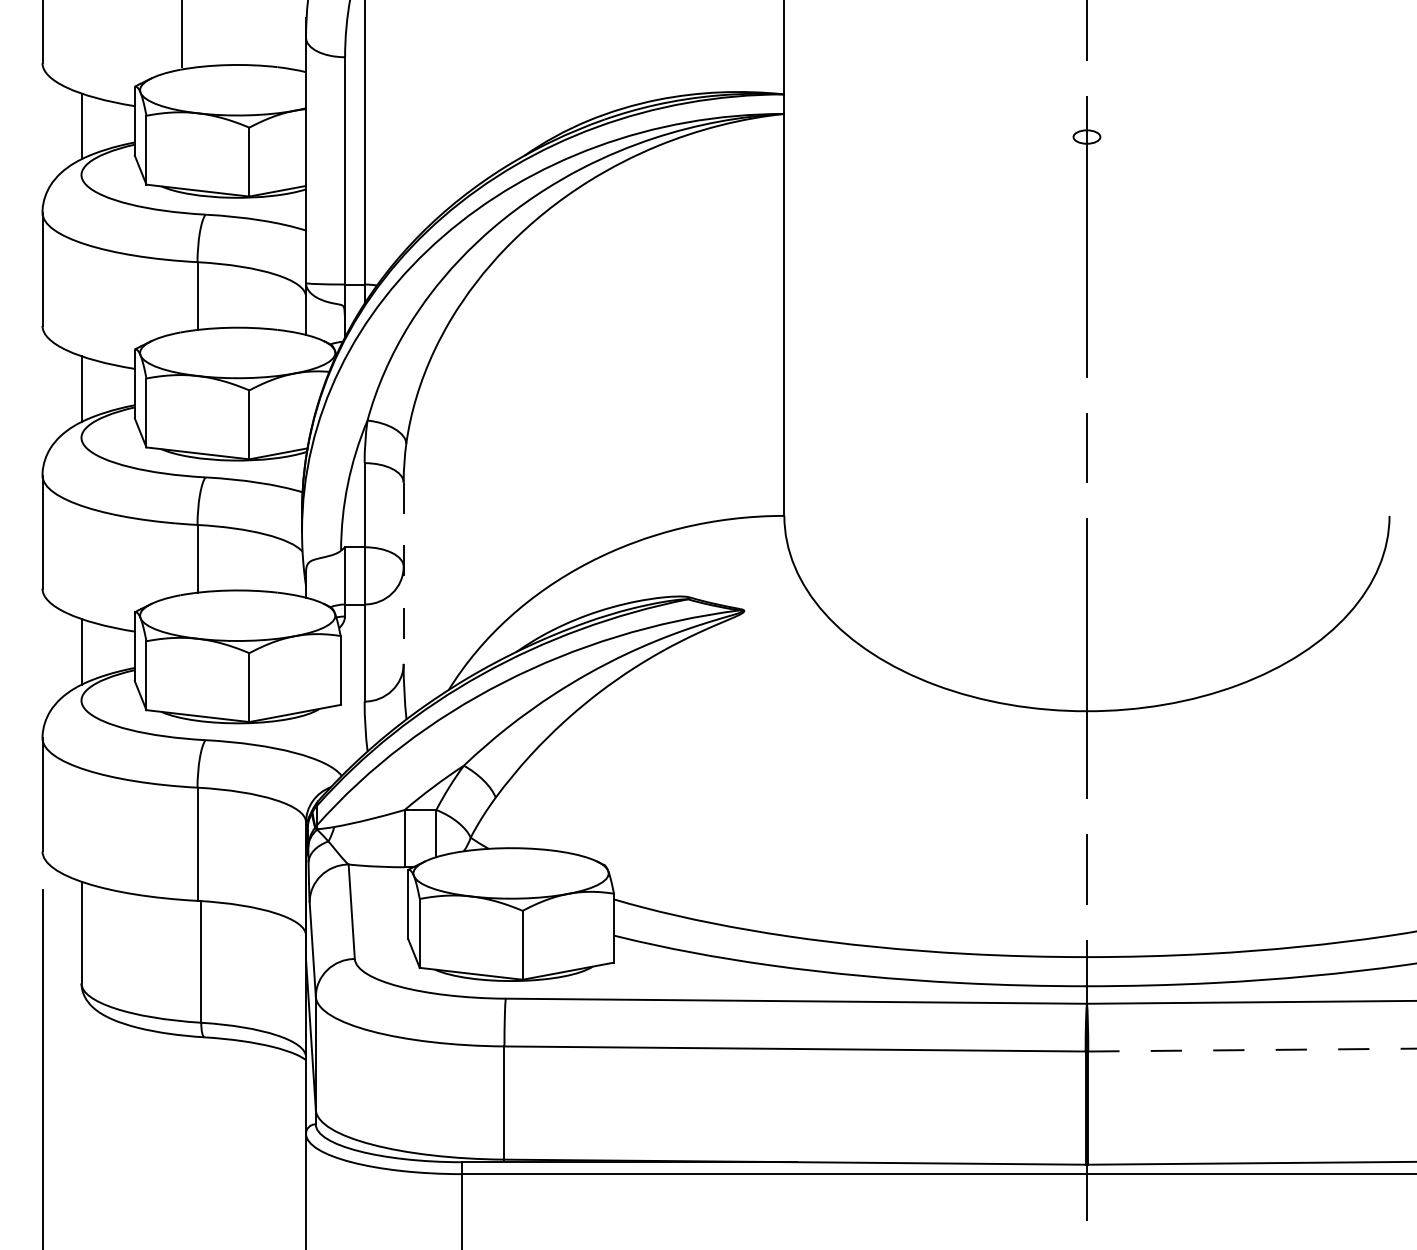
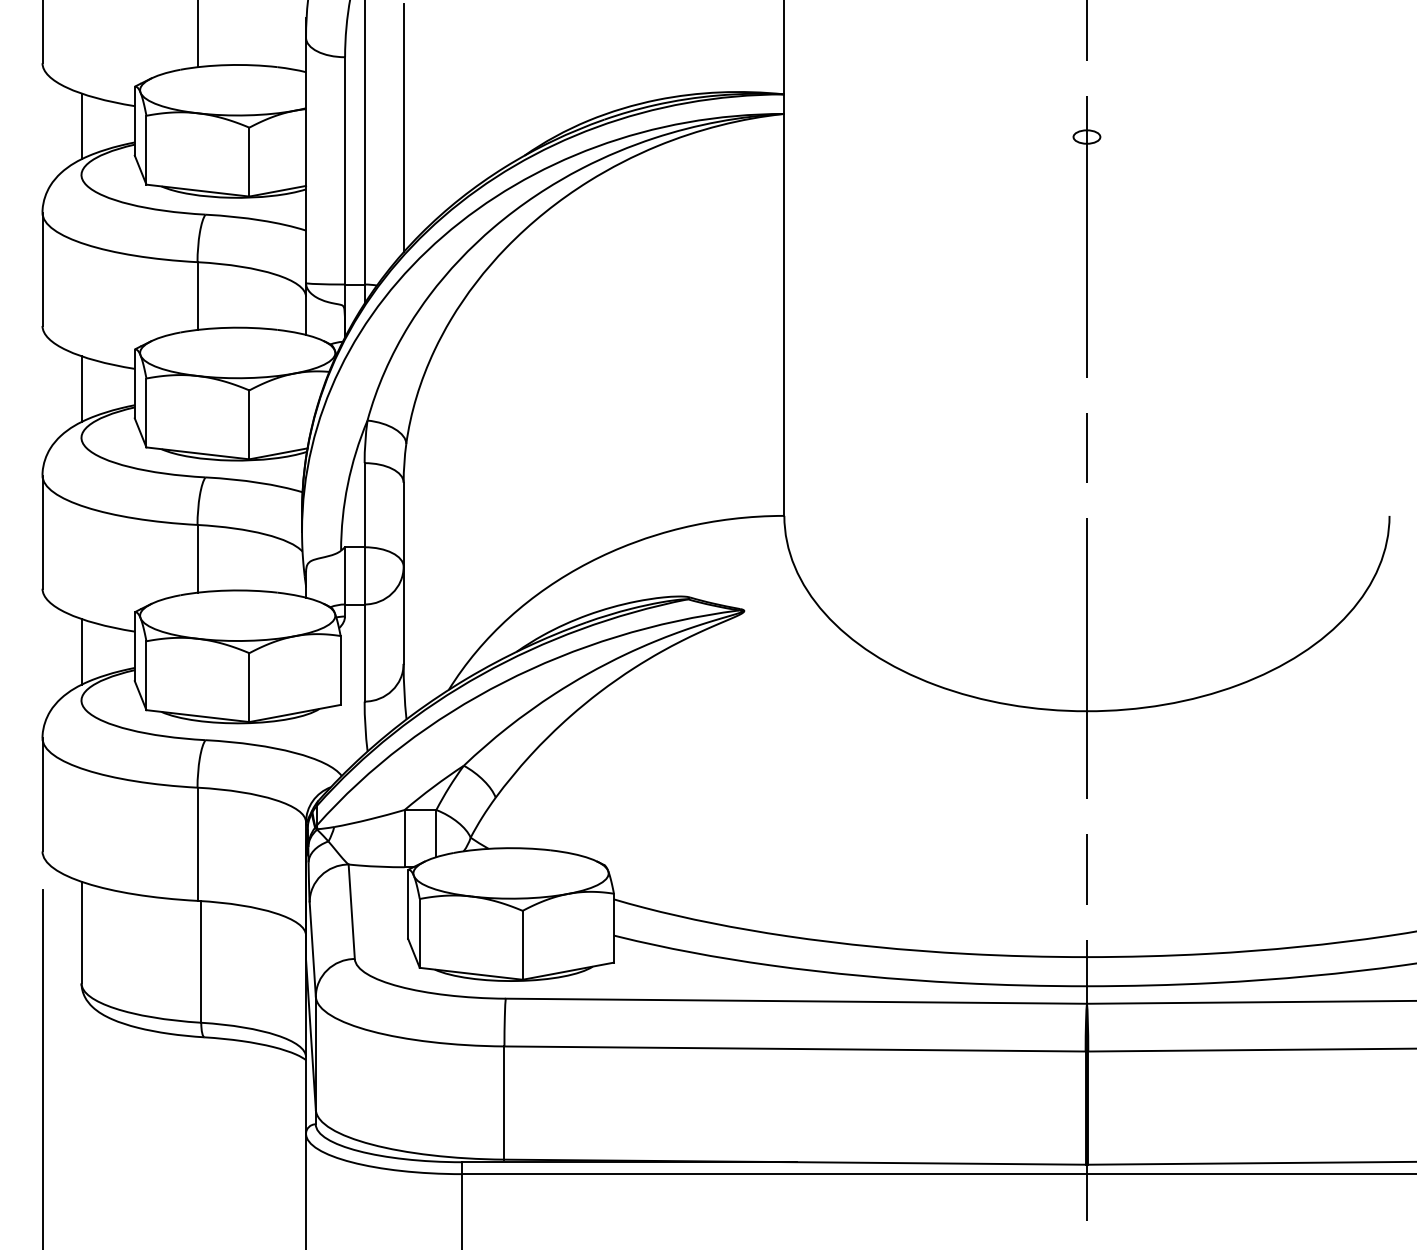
line at (181, 34) position: (181, 34) -> (197, 34)
line at (403, 128): none -> present
line at (403, 573): dashed -> solid
line at (1253, 1050): dashed -> solid
